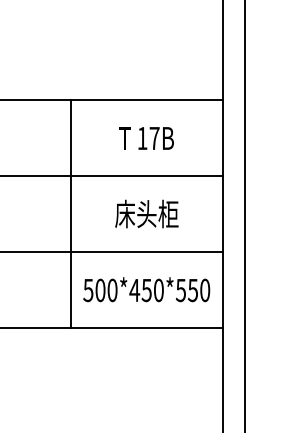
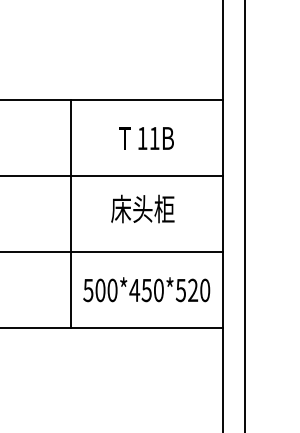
text at (154, 138): 17B -> 11B
text at (146, 213) position: (146, 213) -> (142, 208)
text at (193, 290): 500*450*550 -> 500*450*520
